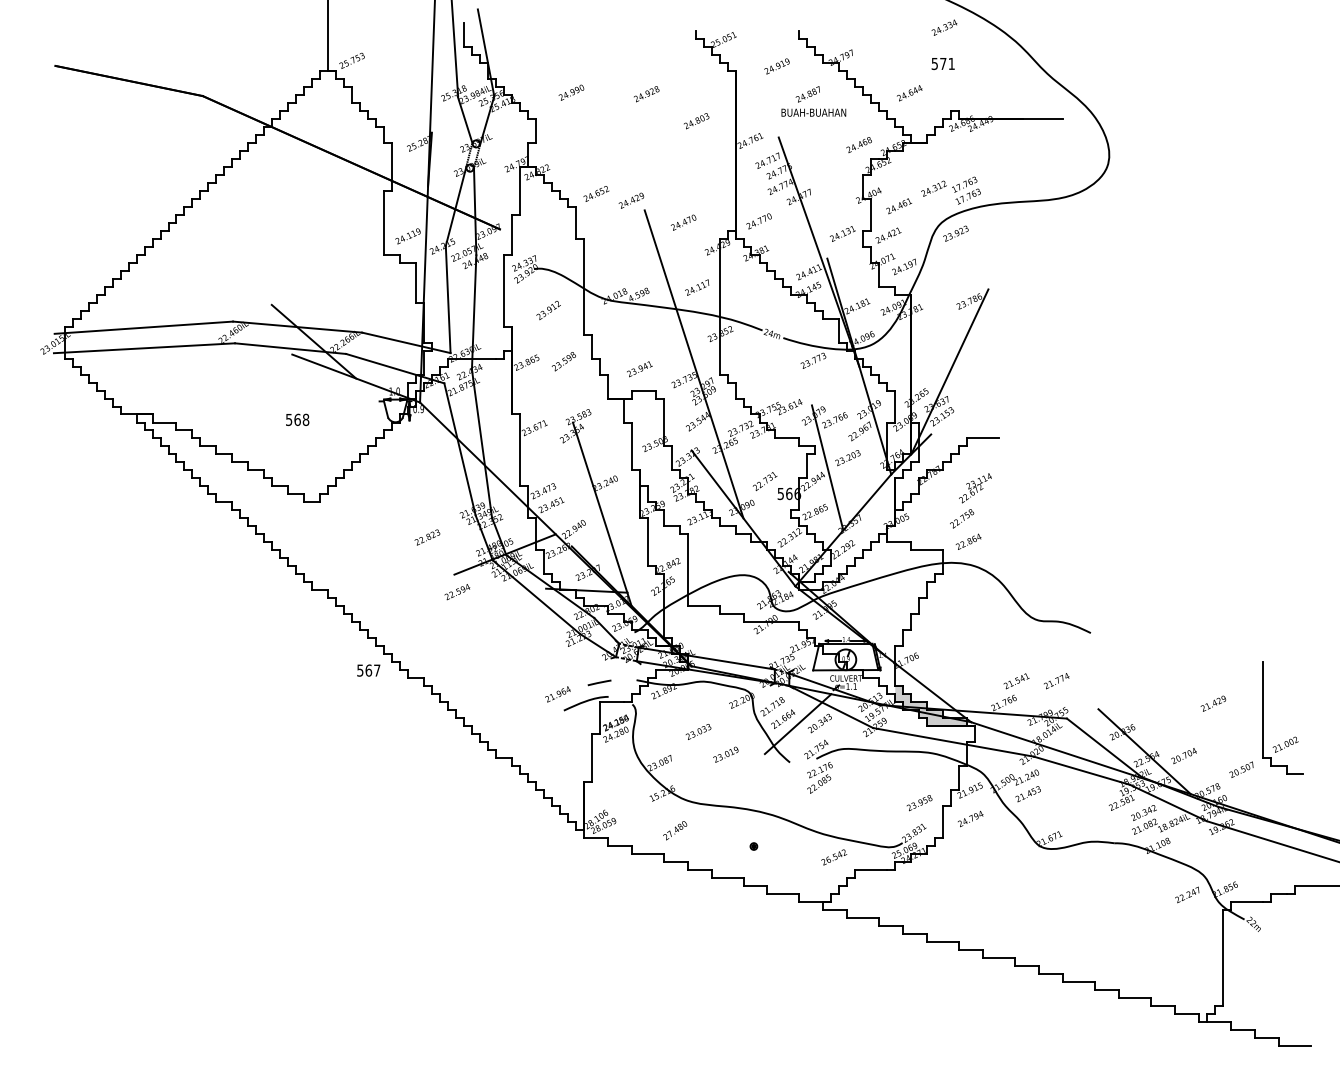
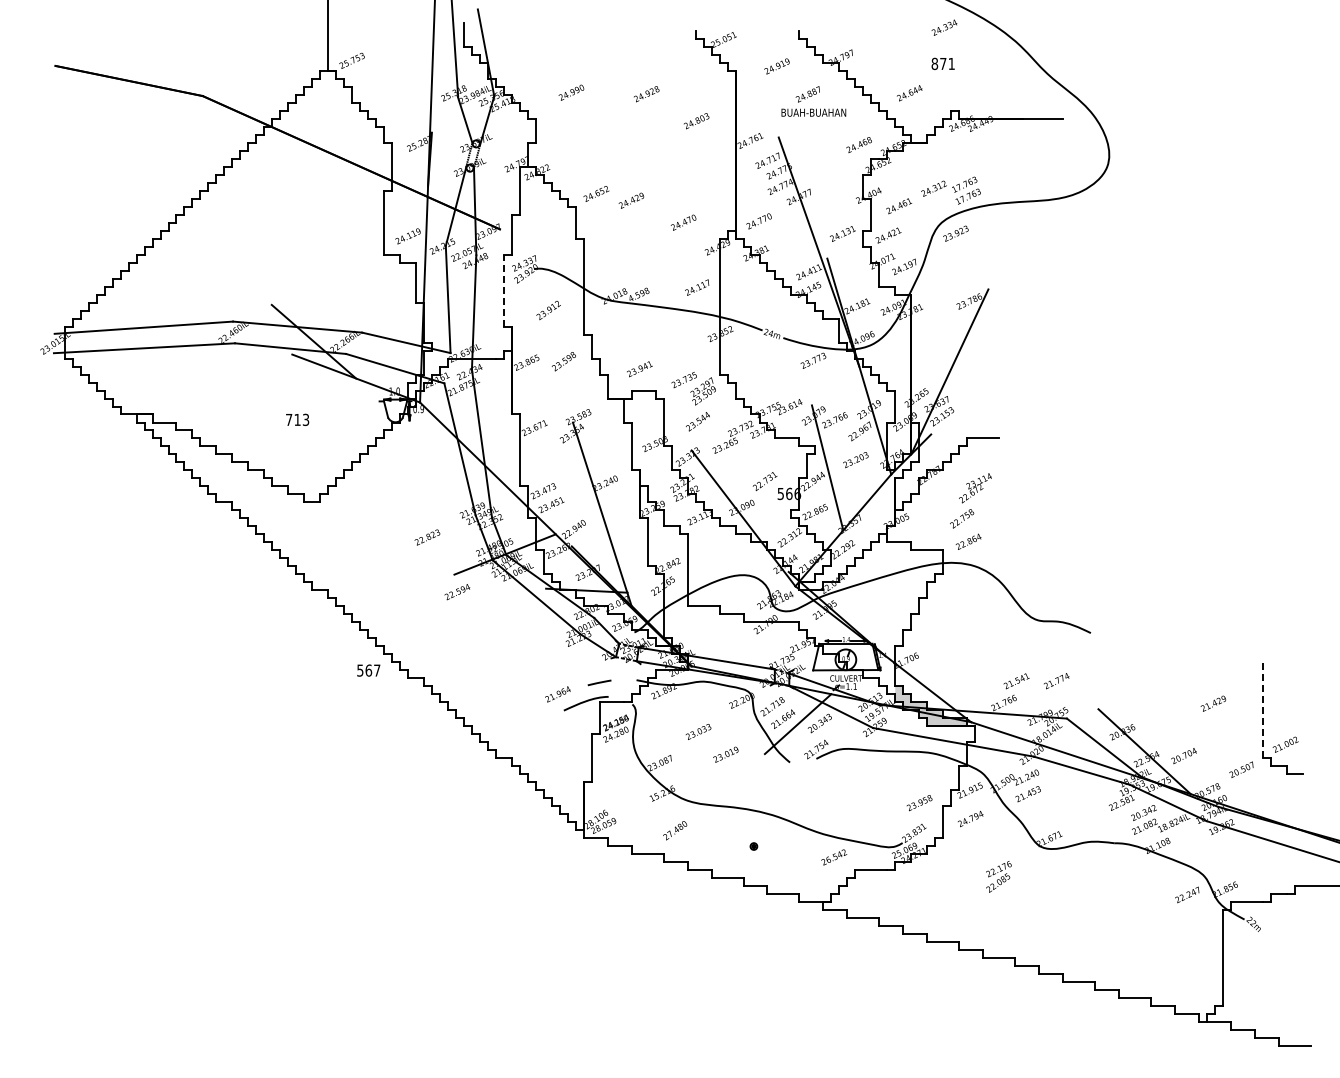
text at (934, 63): 571 -> 871
line at (503, 290): solid -> dashed
line at (693, 364): present -> none
text at (297, 419): 568 -> 713
text at (847, 458) position: (847, 458) -> (855, 460)
line at (1262, 710): solid -> dashed
text at (819, 777) position: (819, 777) -> (998, 876)
